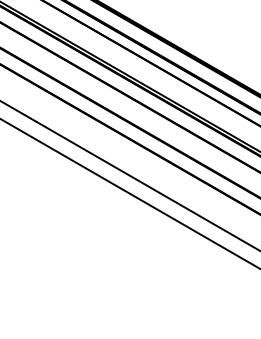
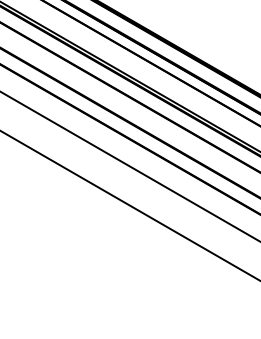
line at (129, 175) position: (129, 175) -> (129, 166)
line at (129, 193) position: (129, 193) -> (129, 205)
